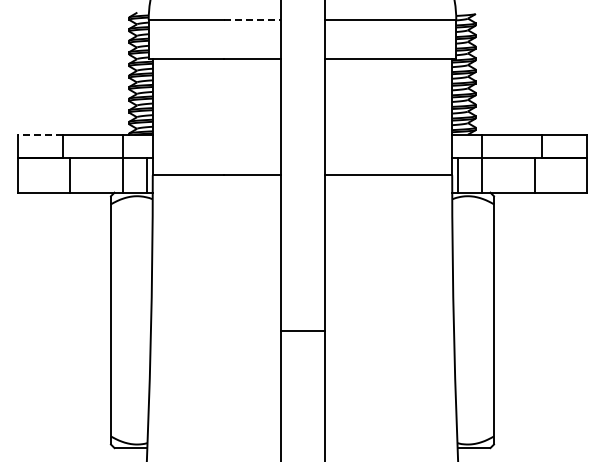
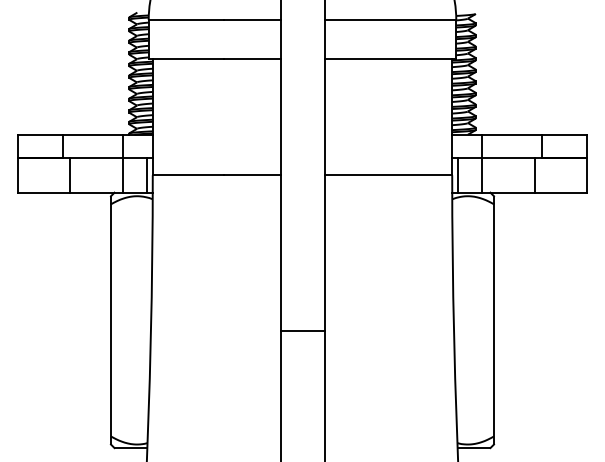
line at (252, 20): dashed -> solid
line at (40, 134): dashed -> solid
